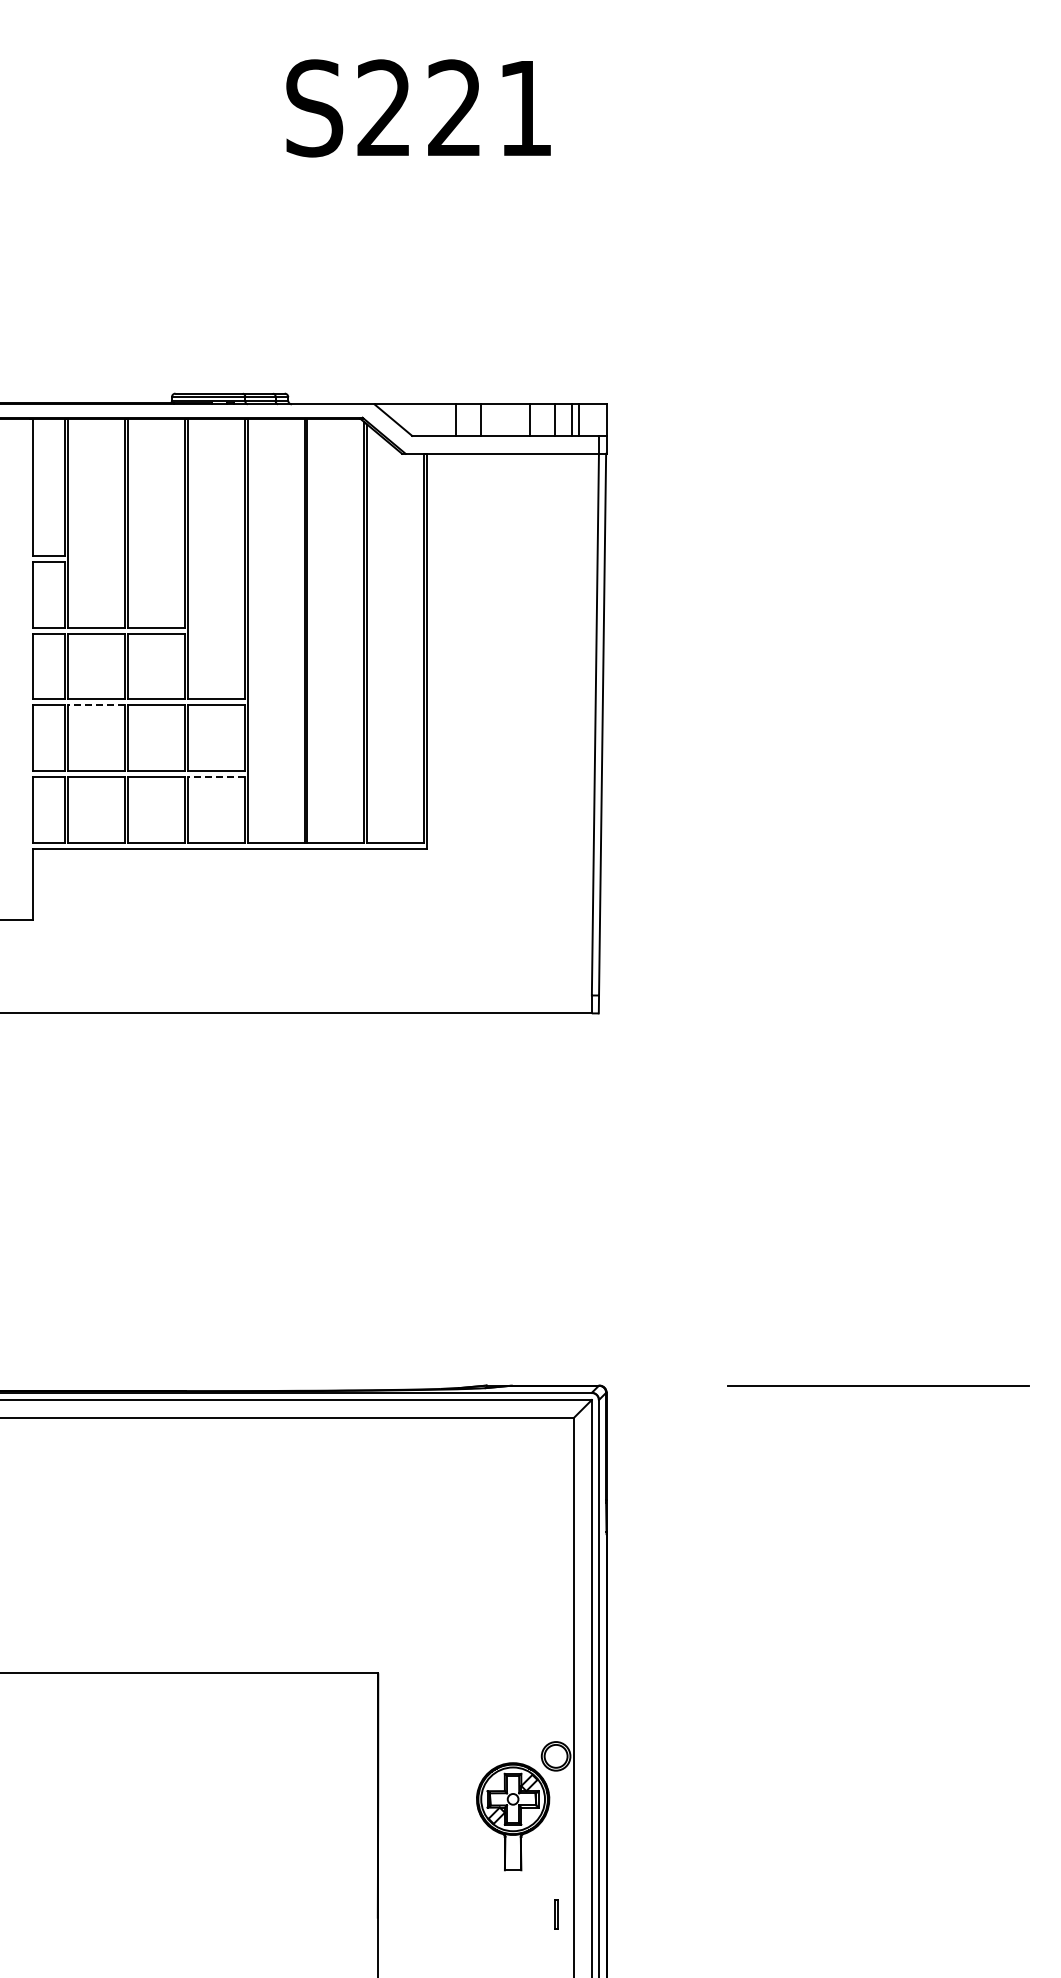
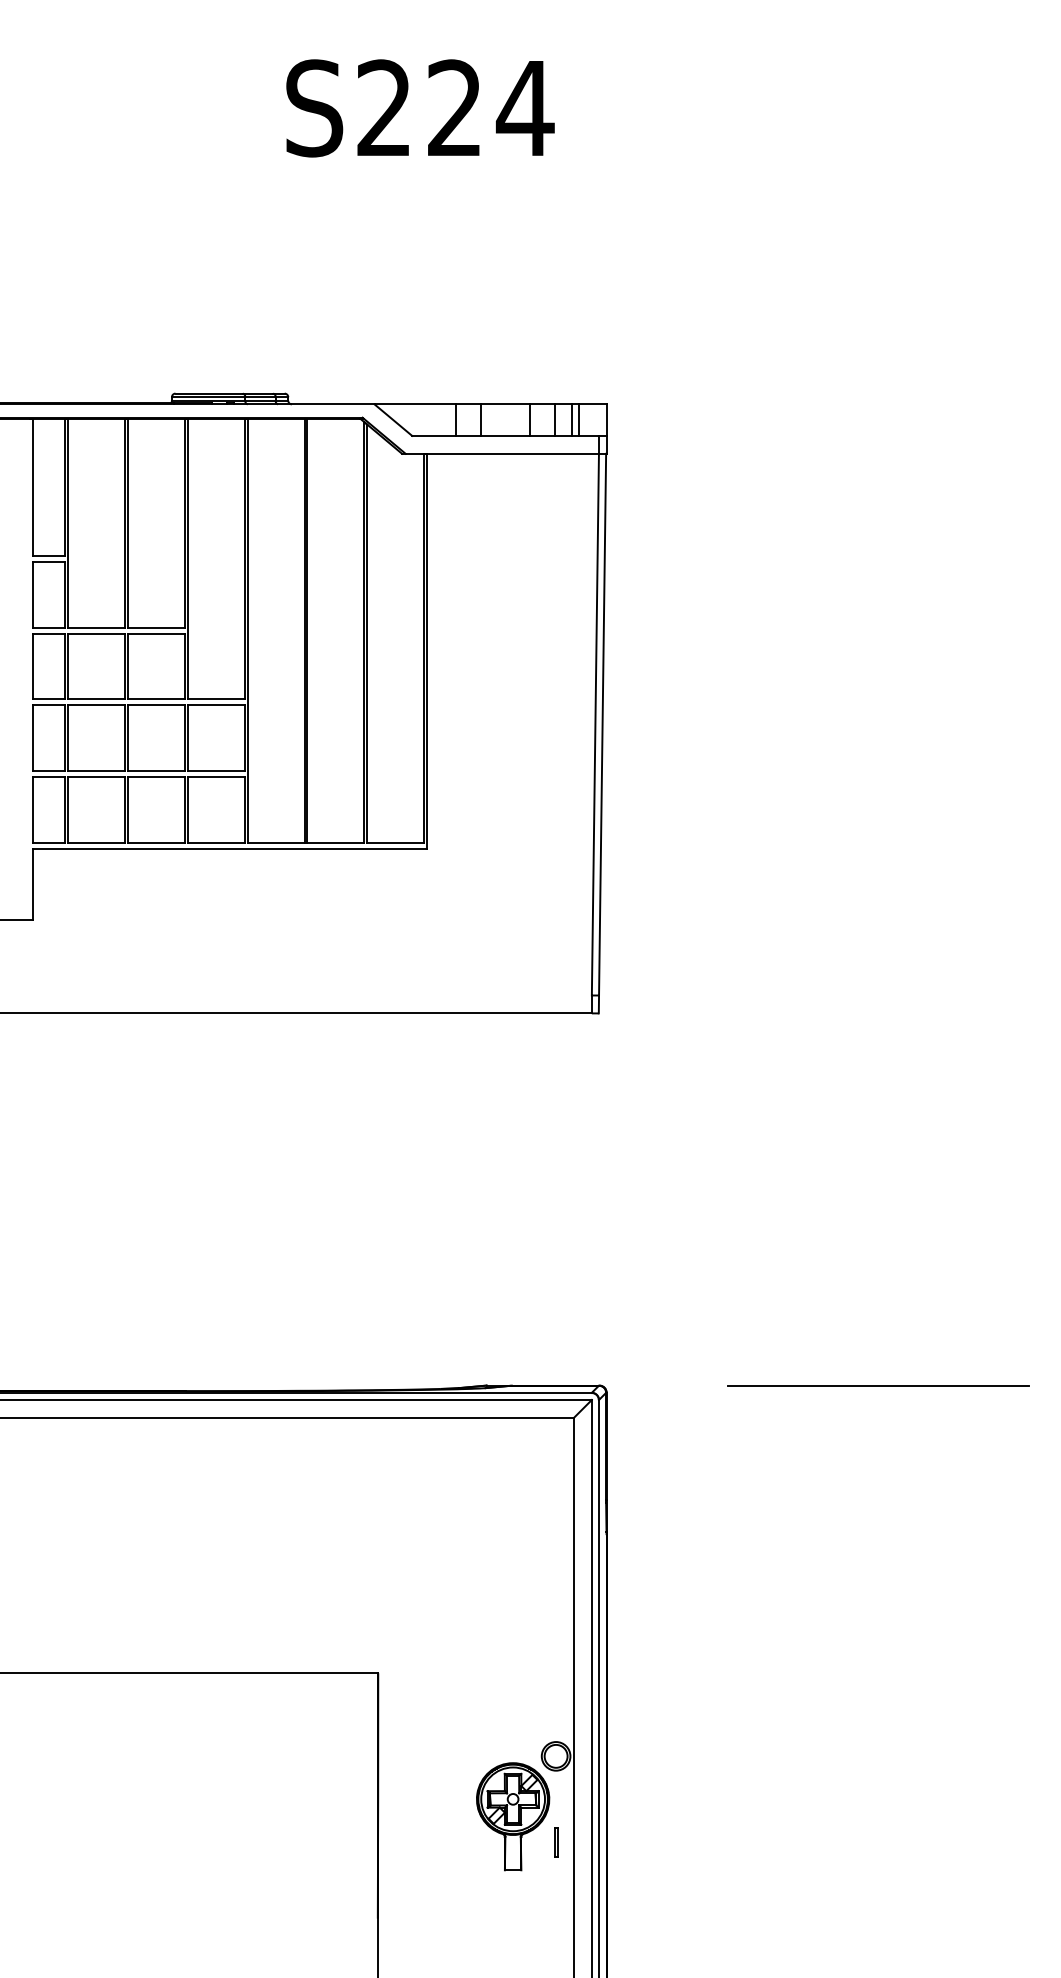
text at (524, 108): S221 -> S224
line at (96, 705): dashed -> solid
line at (215, 776): dashed -> solid
line at (555, 1914) position: (555, 1914) -> (555, 1842)
